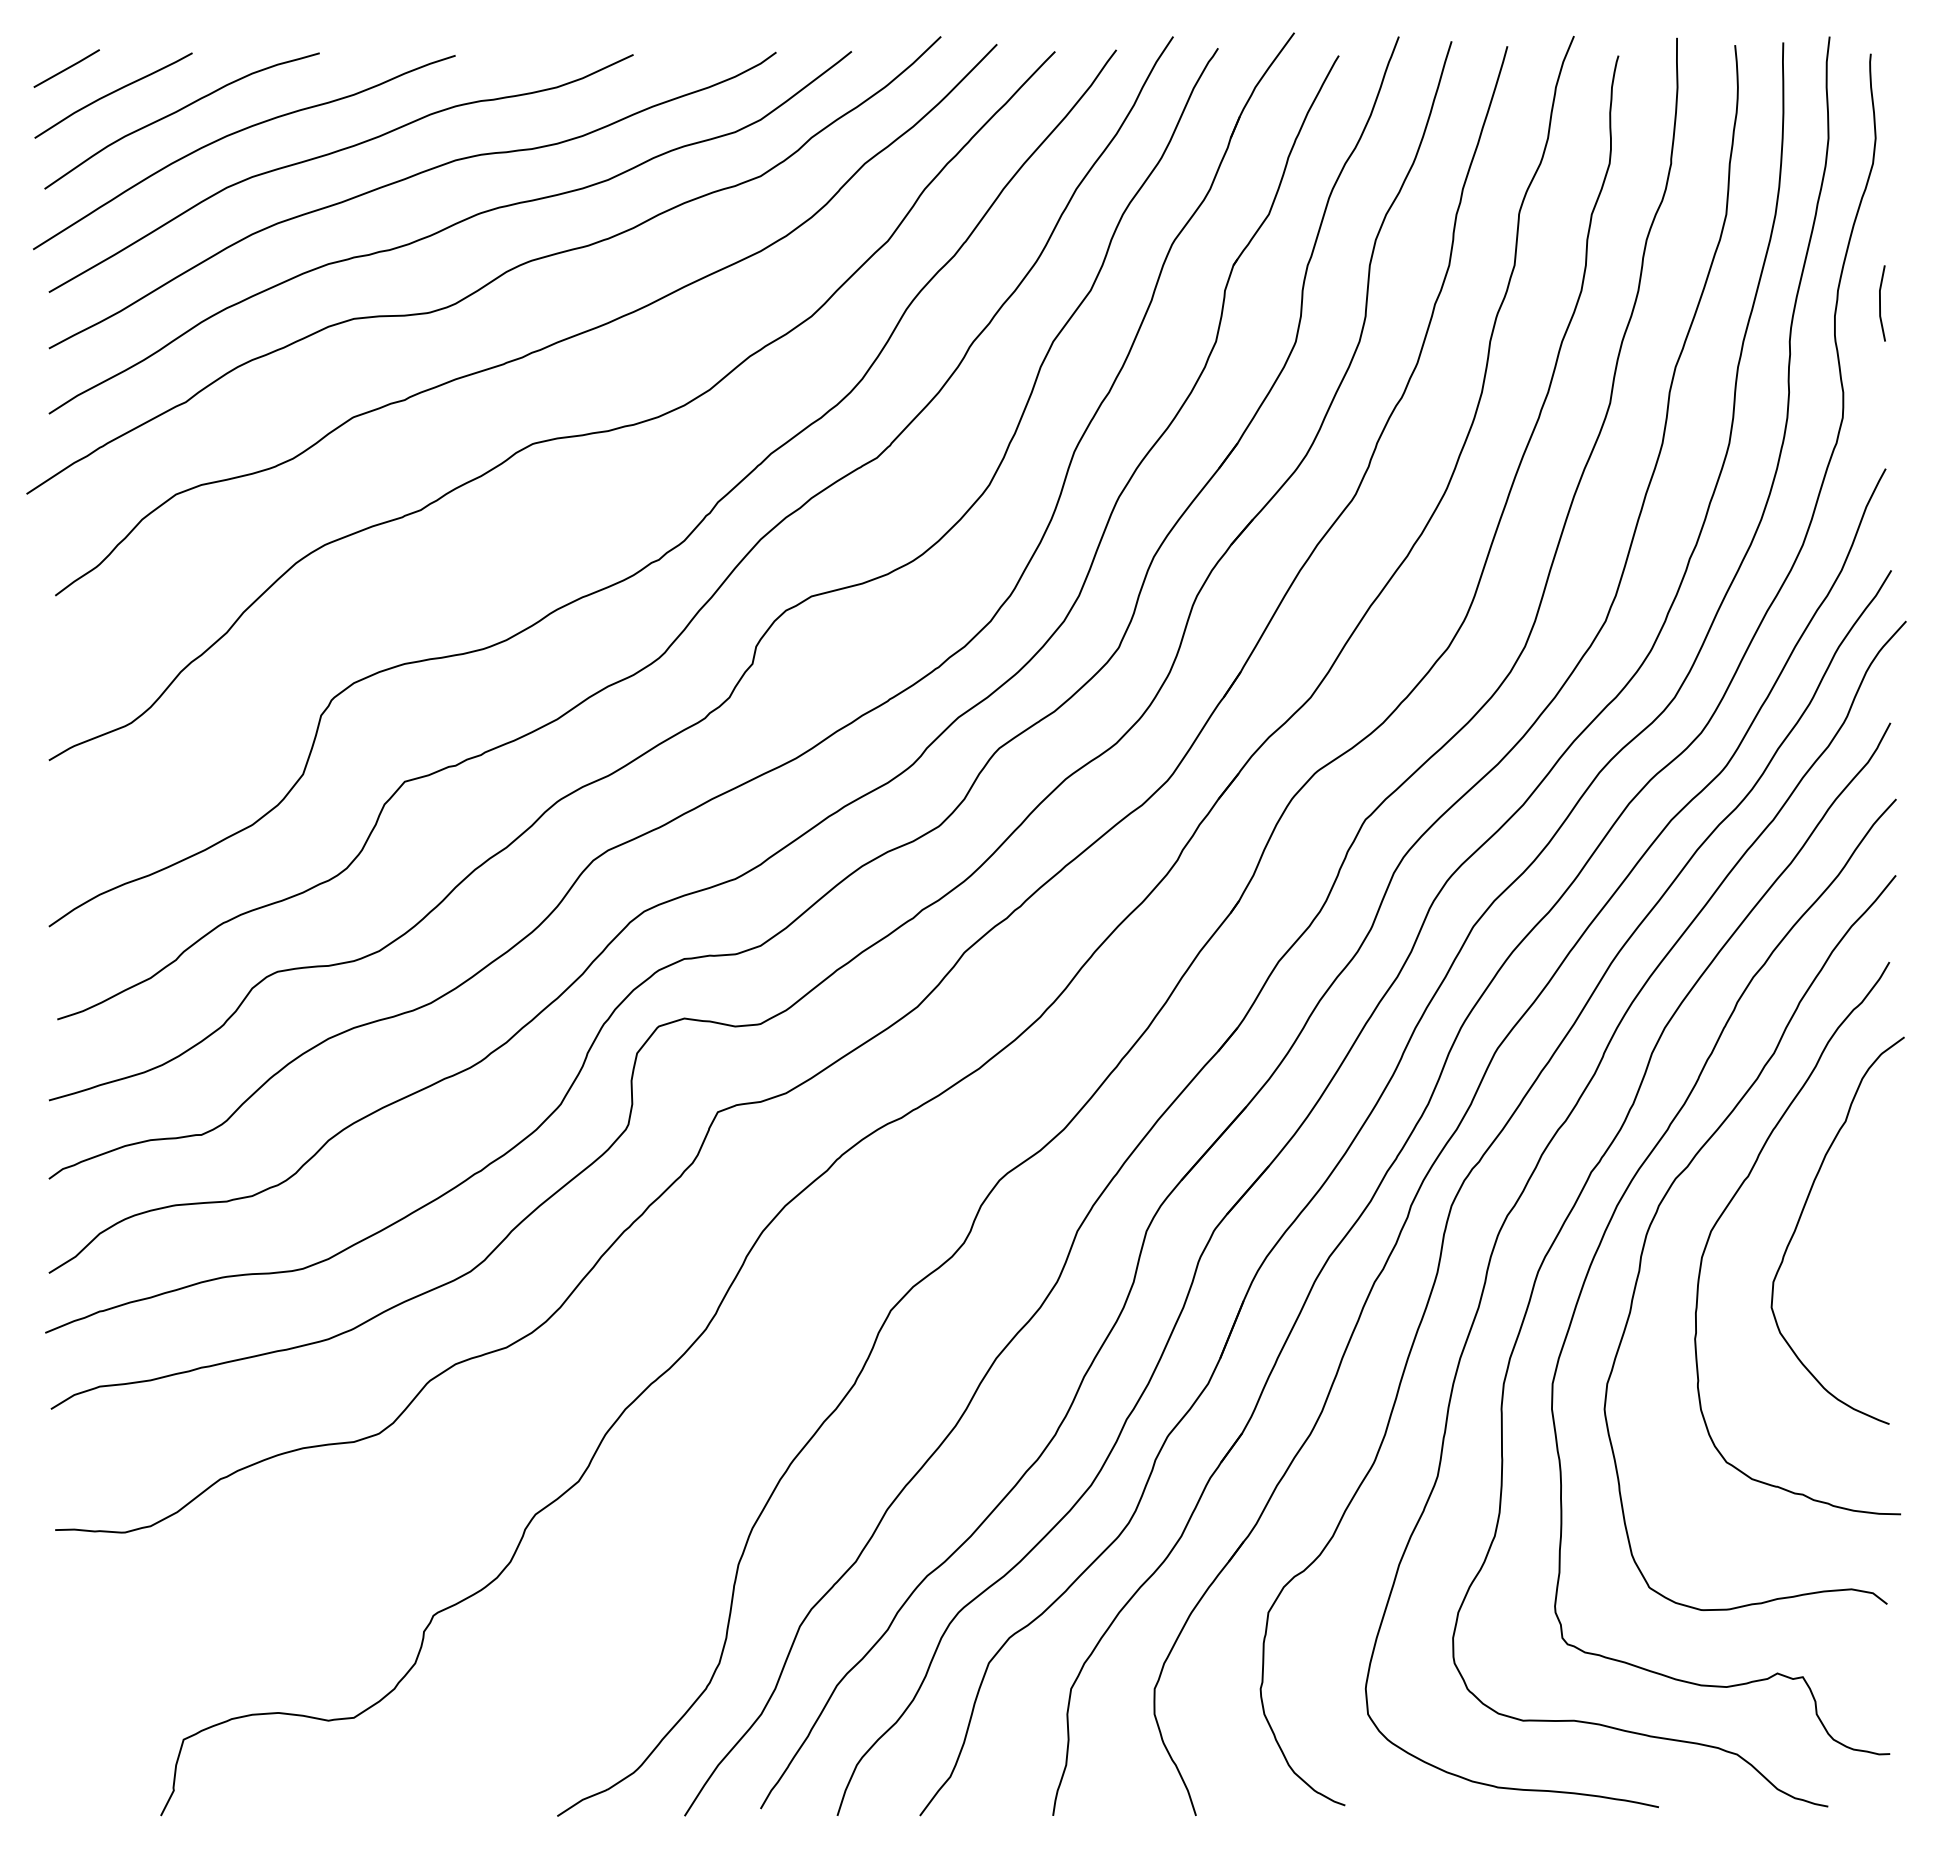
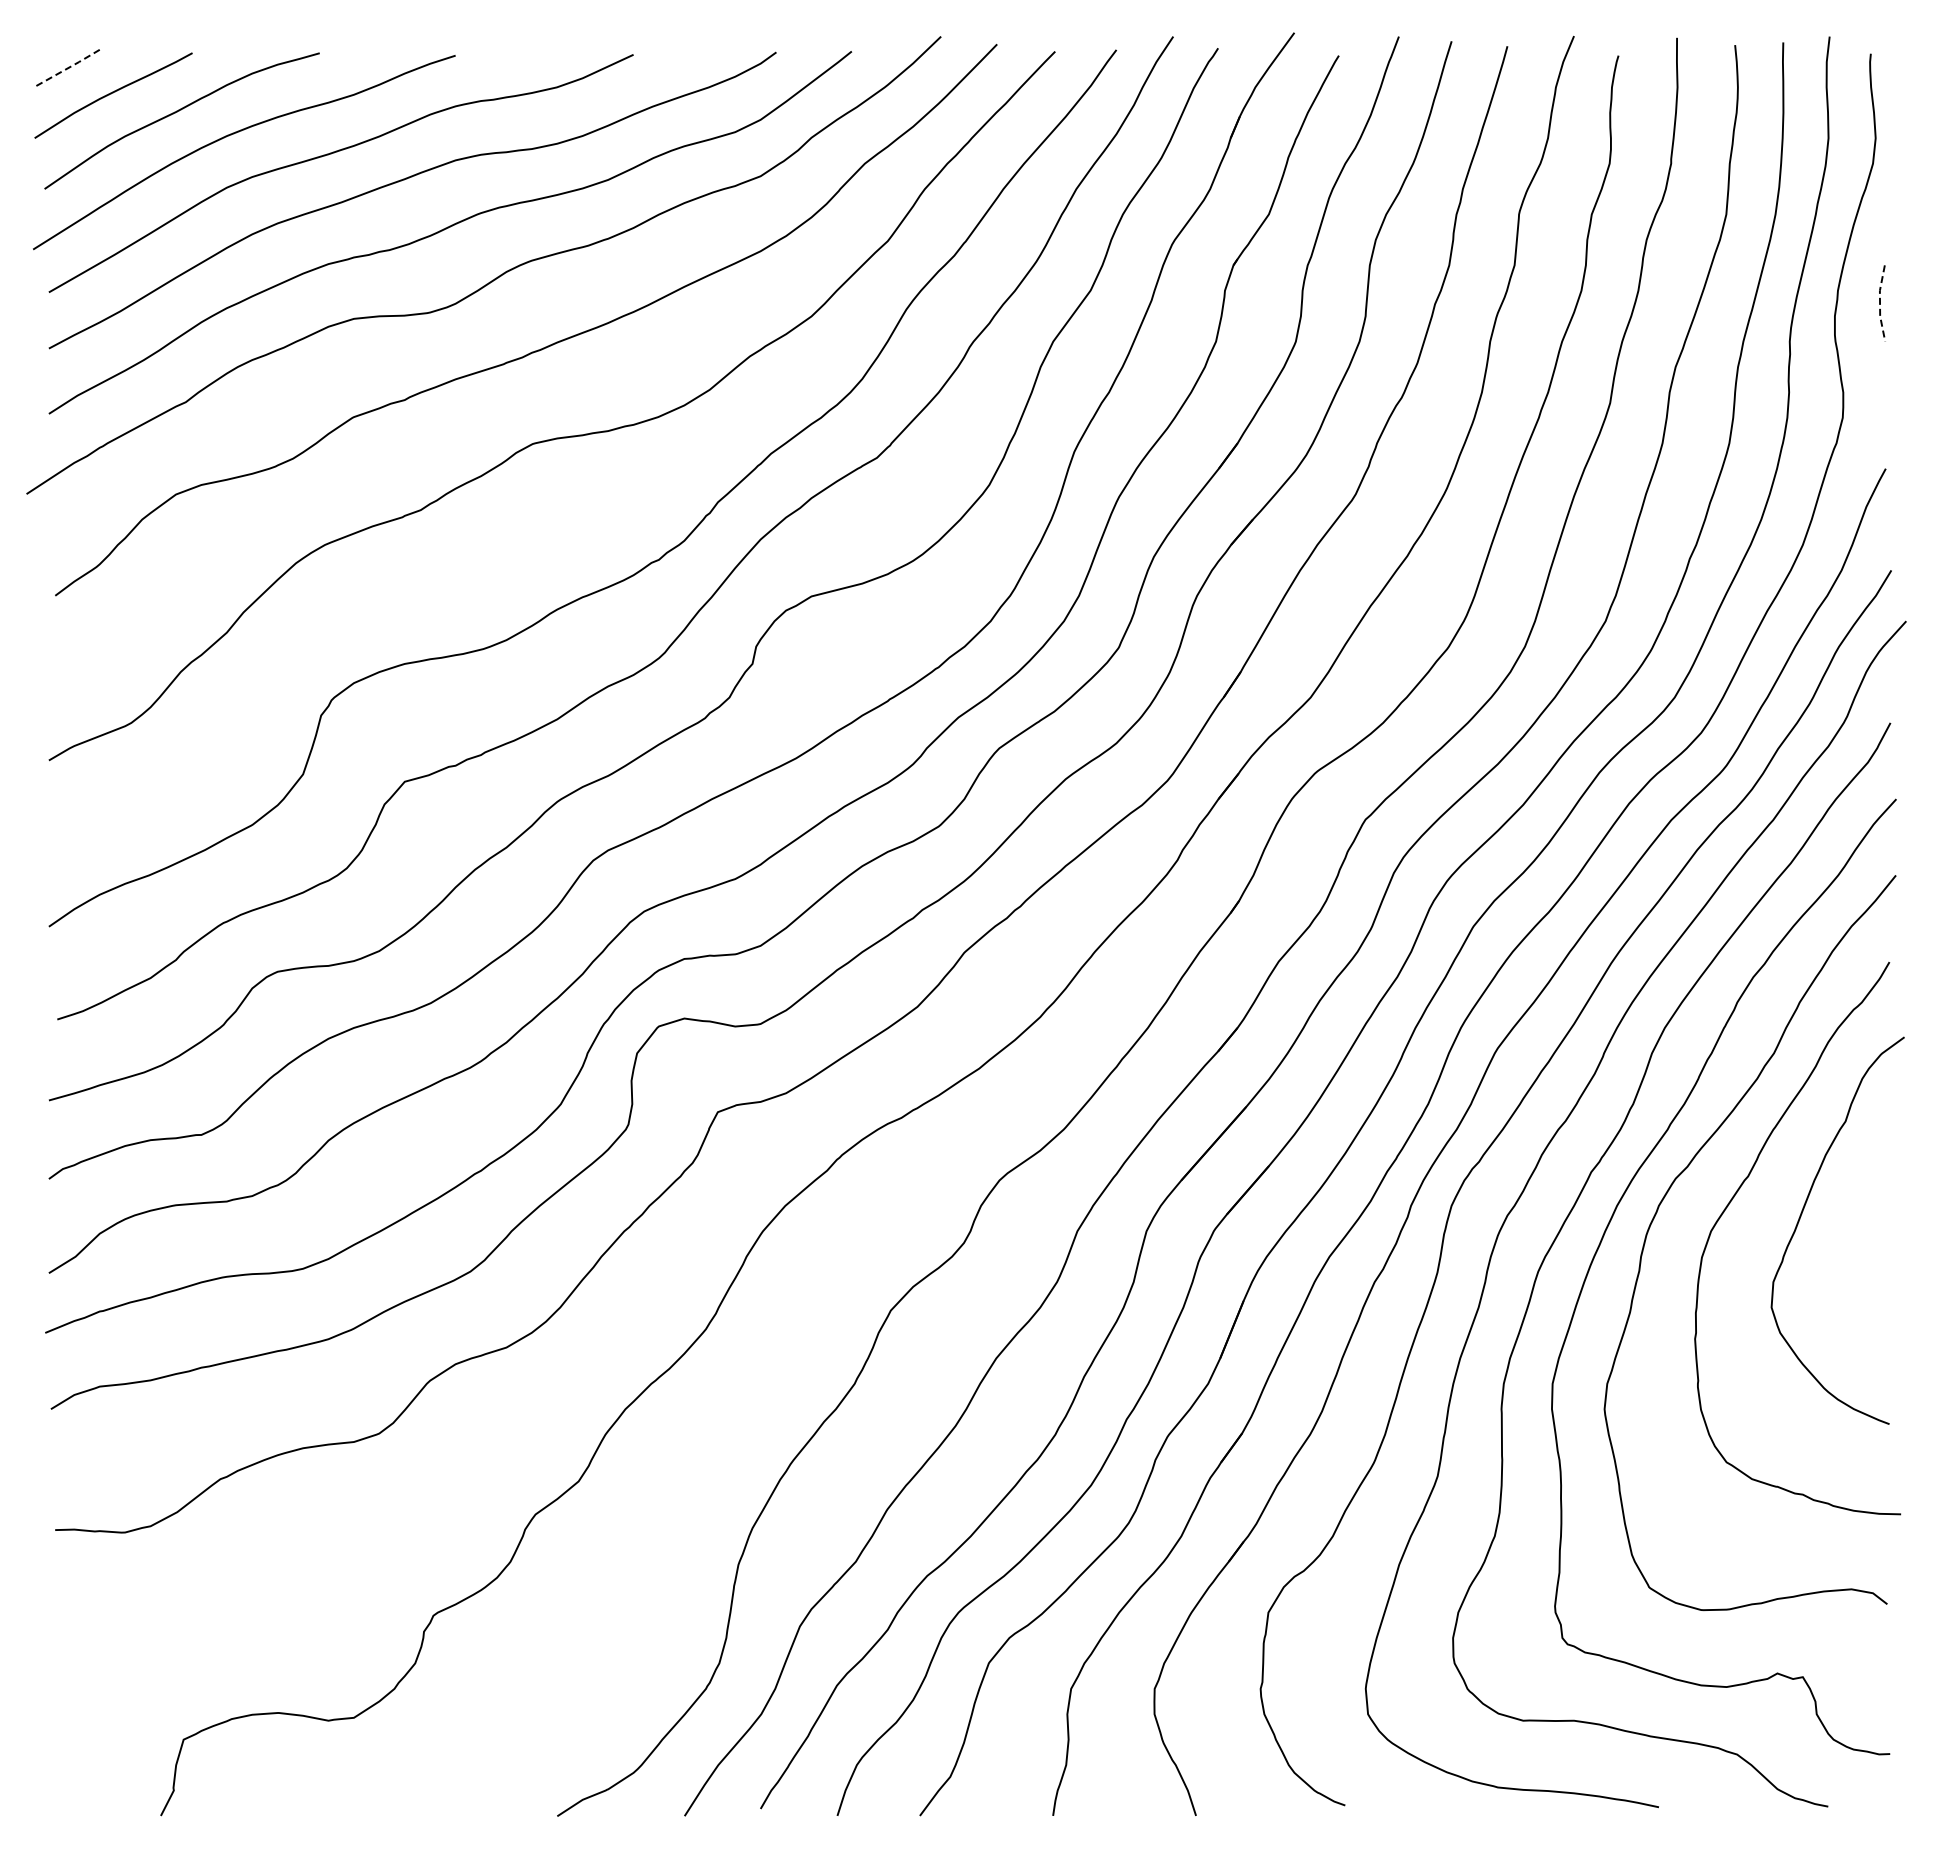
line at (67, 68): solid -> dashed
line at (1880, 303): solid -> dashed
